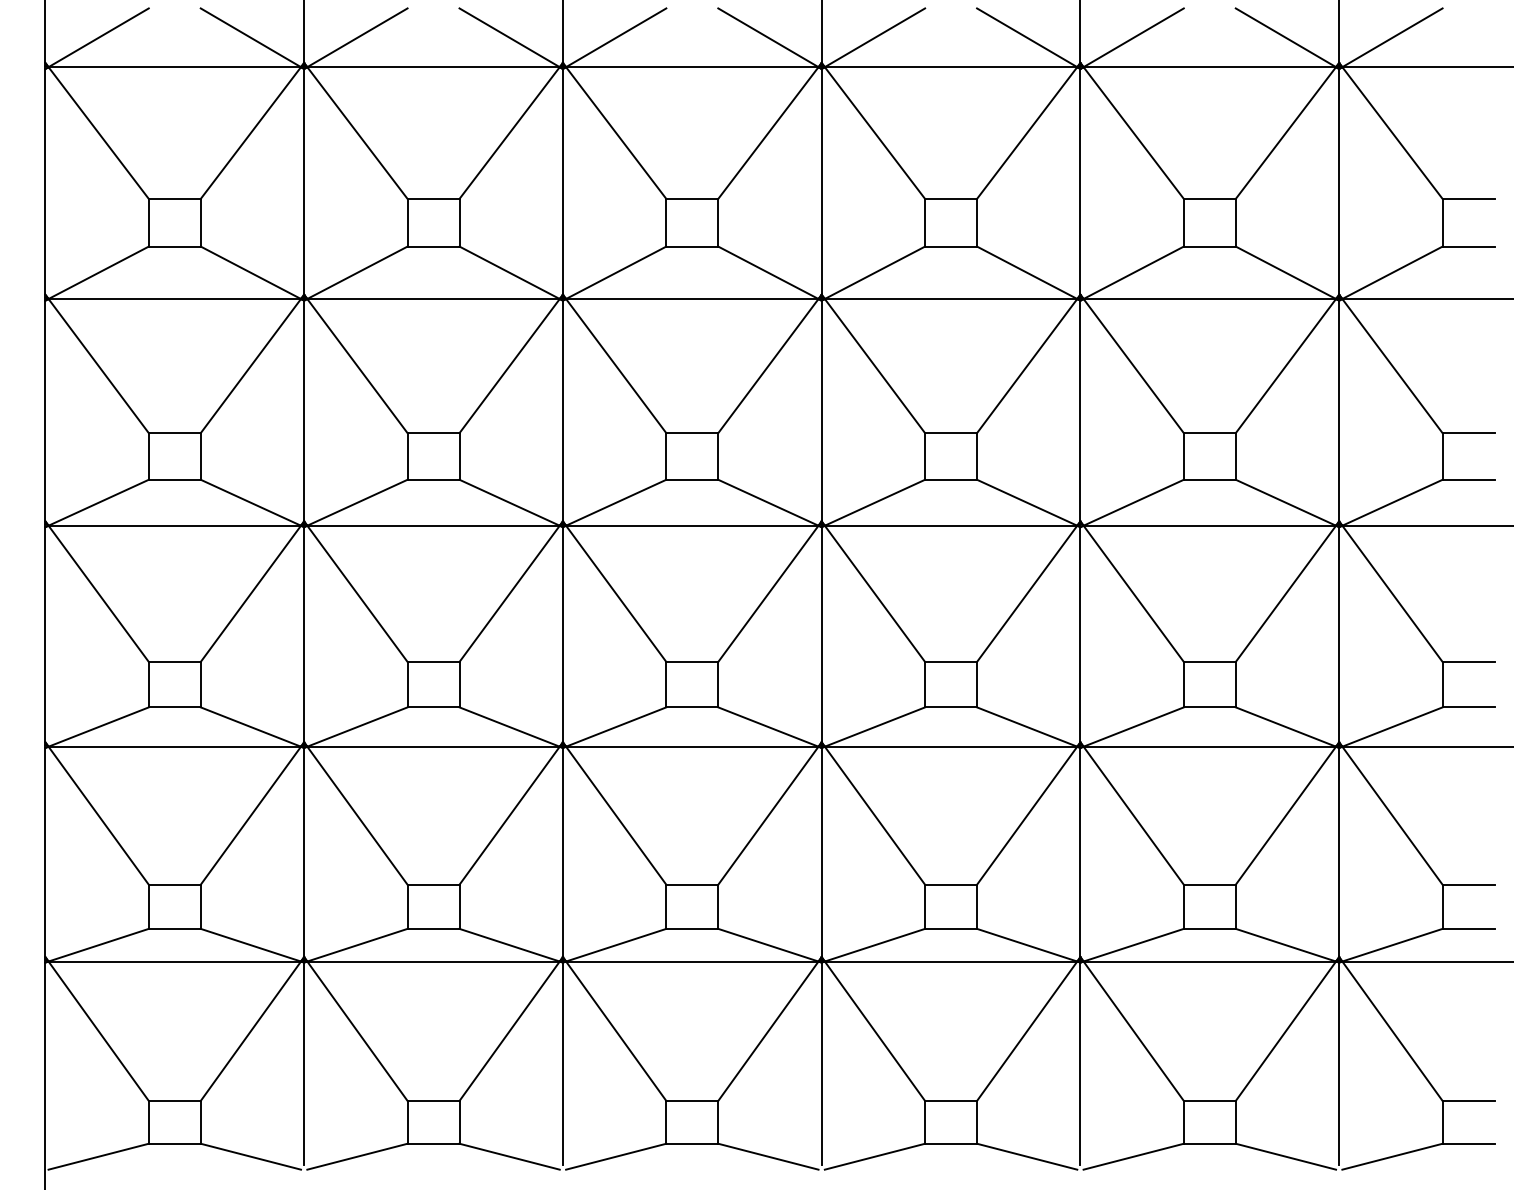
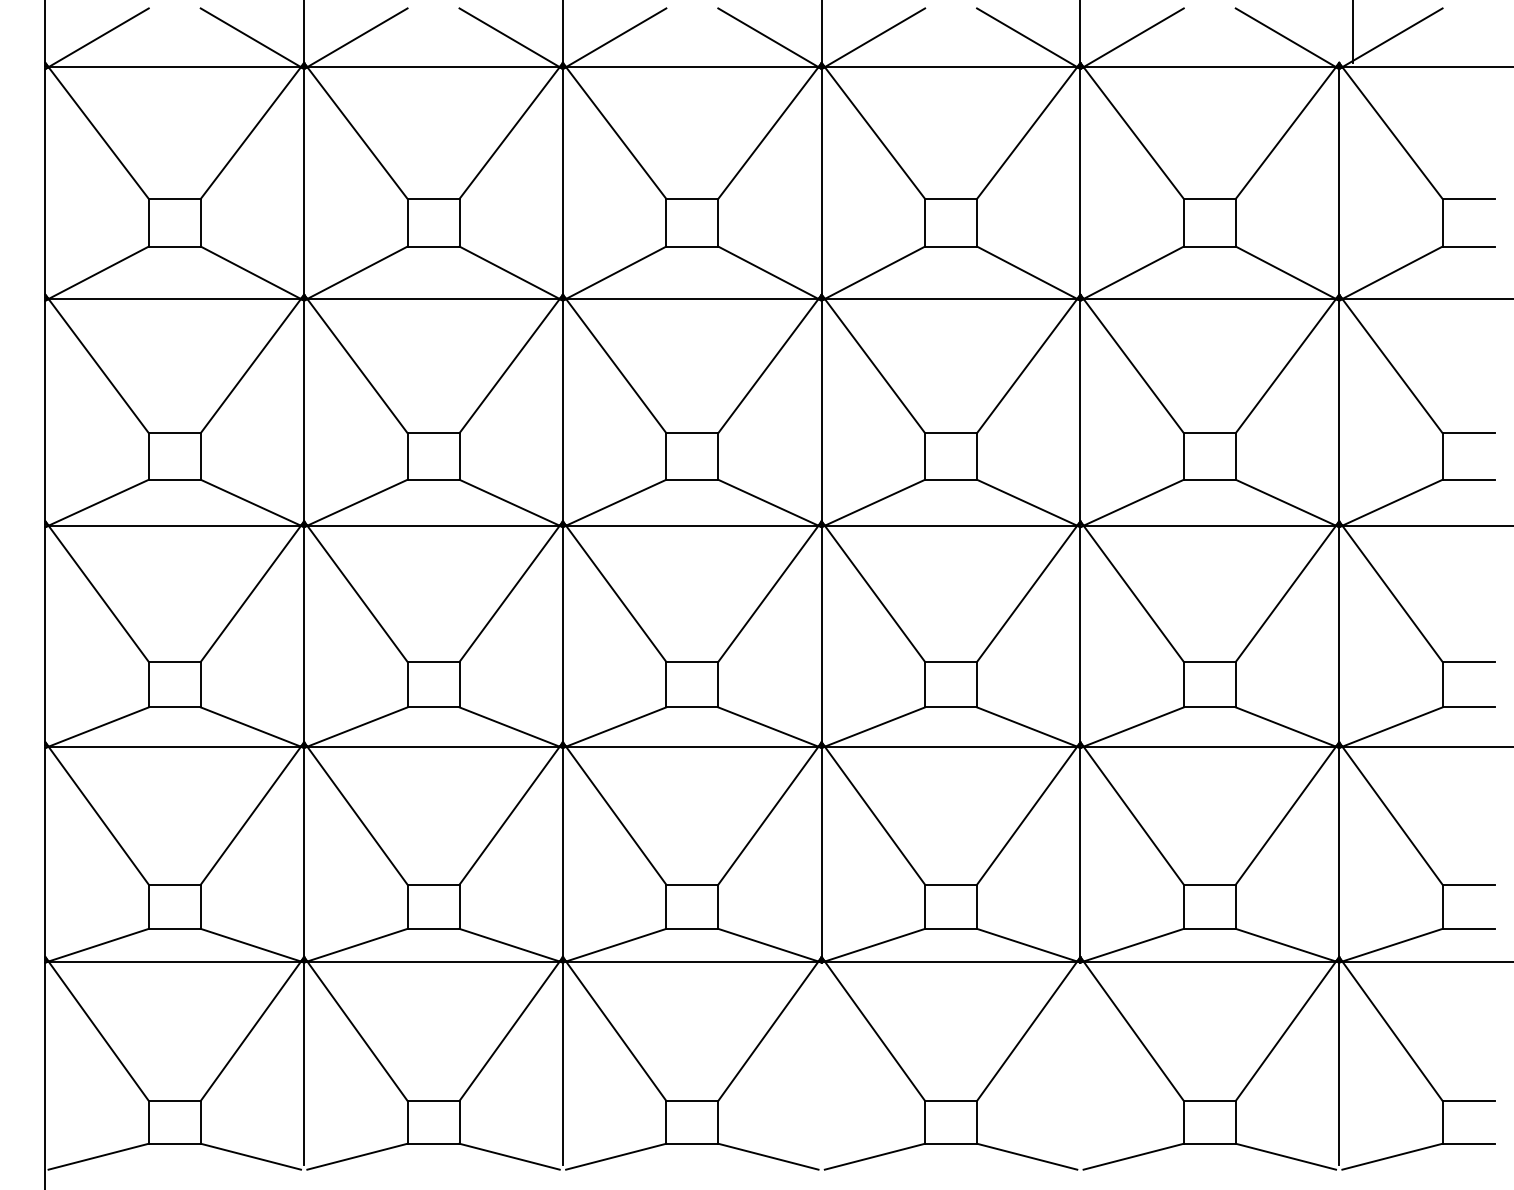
line at (1339, 32) position: (1339, 32) -> (1353, 32)
line at (821, 1063): present -> none
line at (1080, 1063): present -> none
